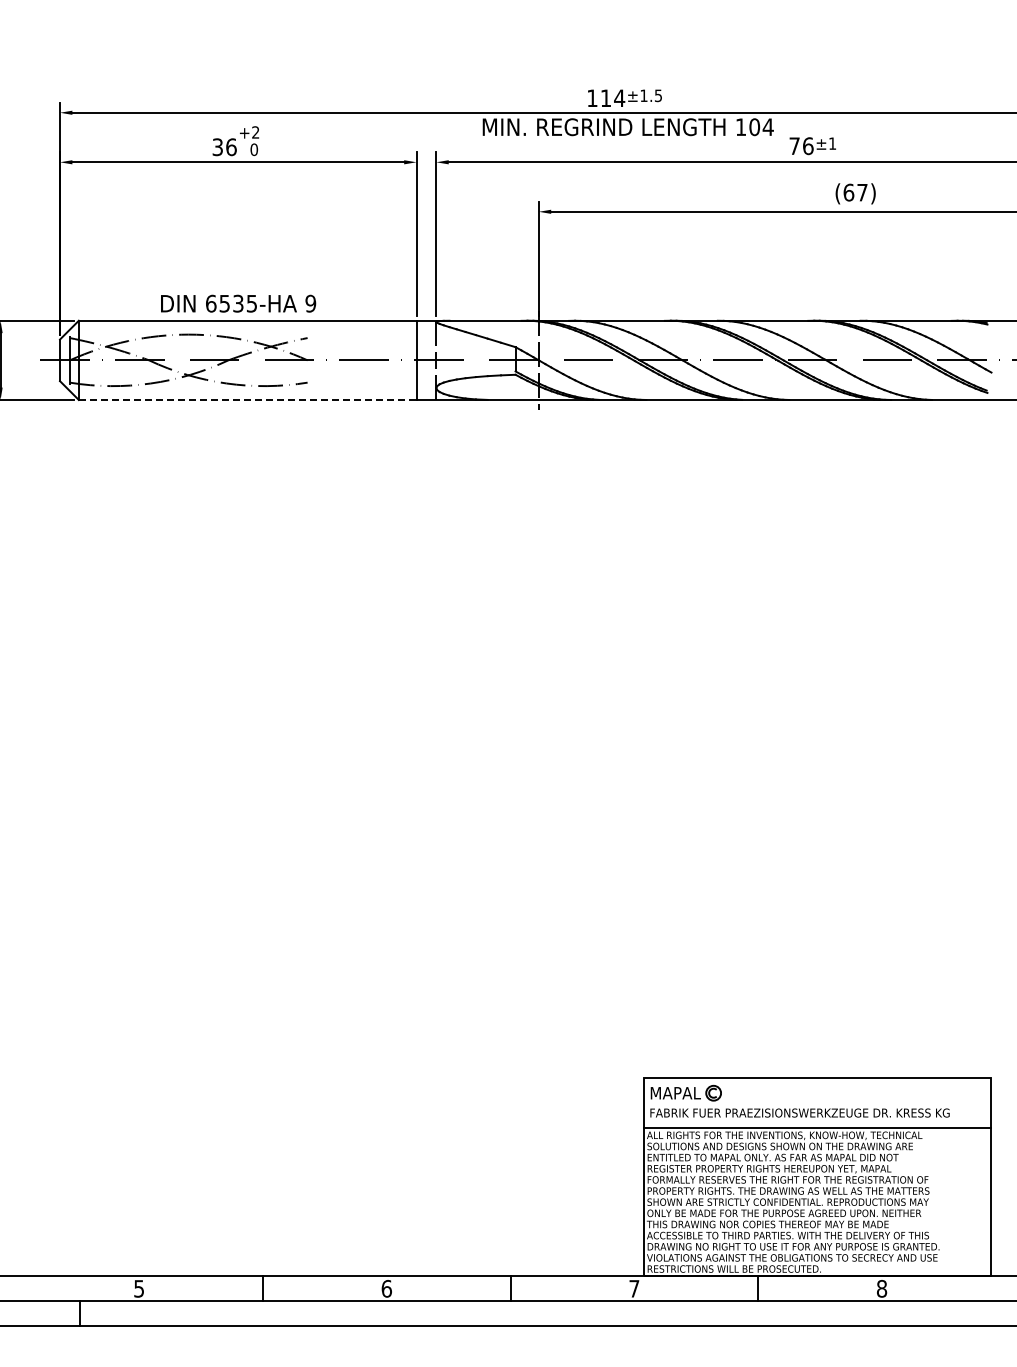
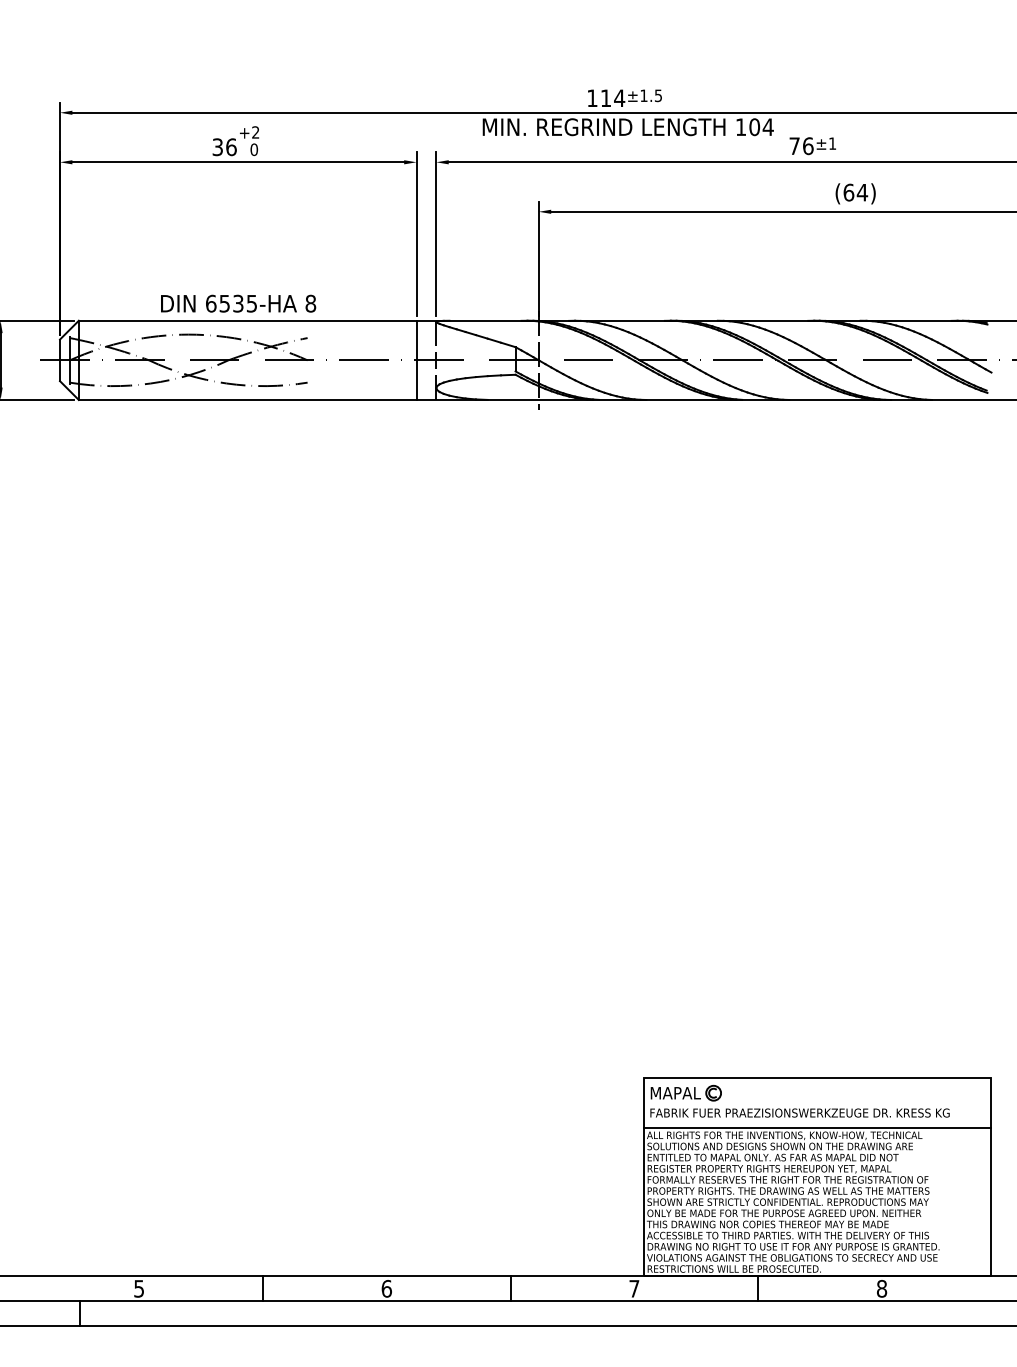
text at (862, 192): (67) -> (64)
text at (310, 303): 9 -> 8
line at (247, 399): dashed -> solid
